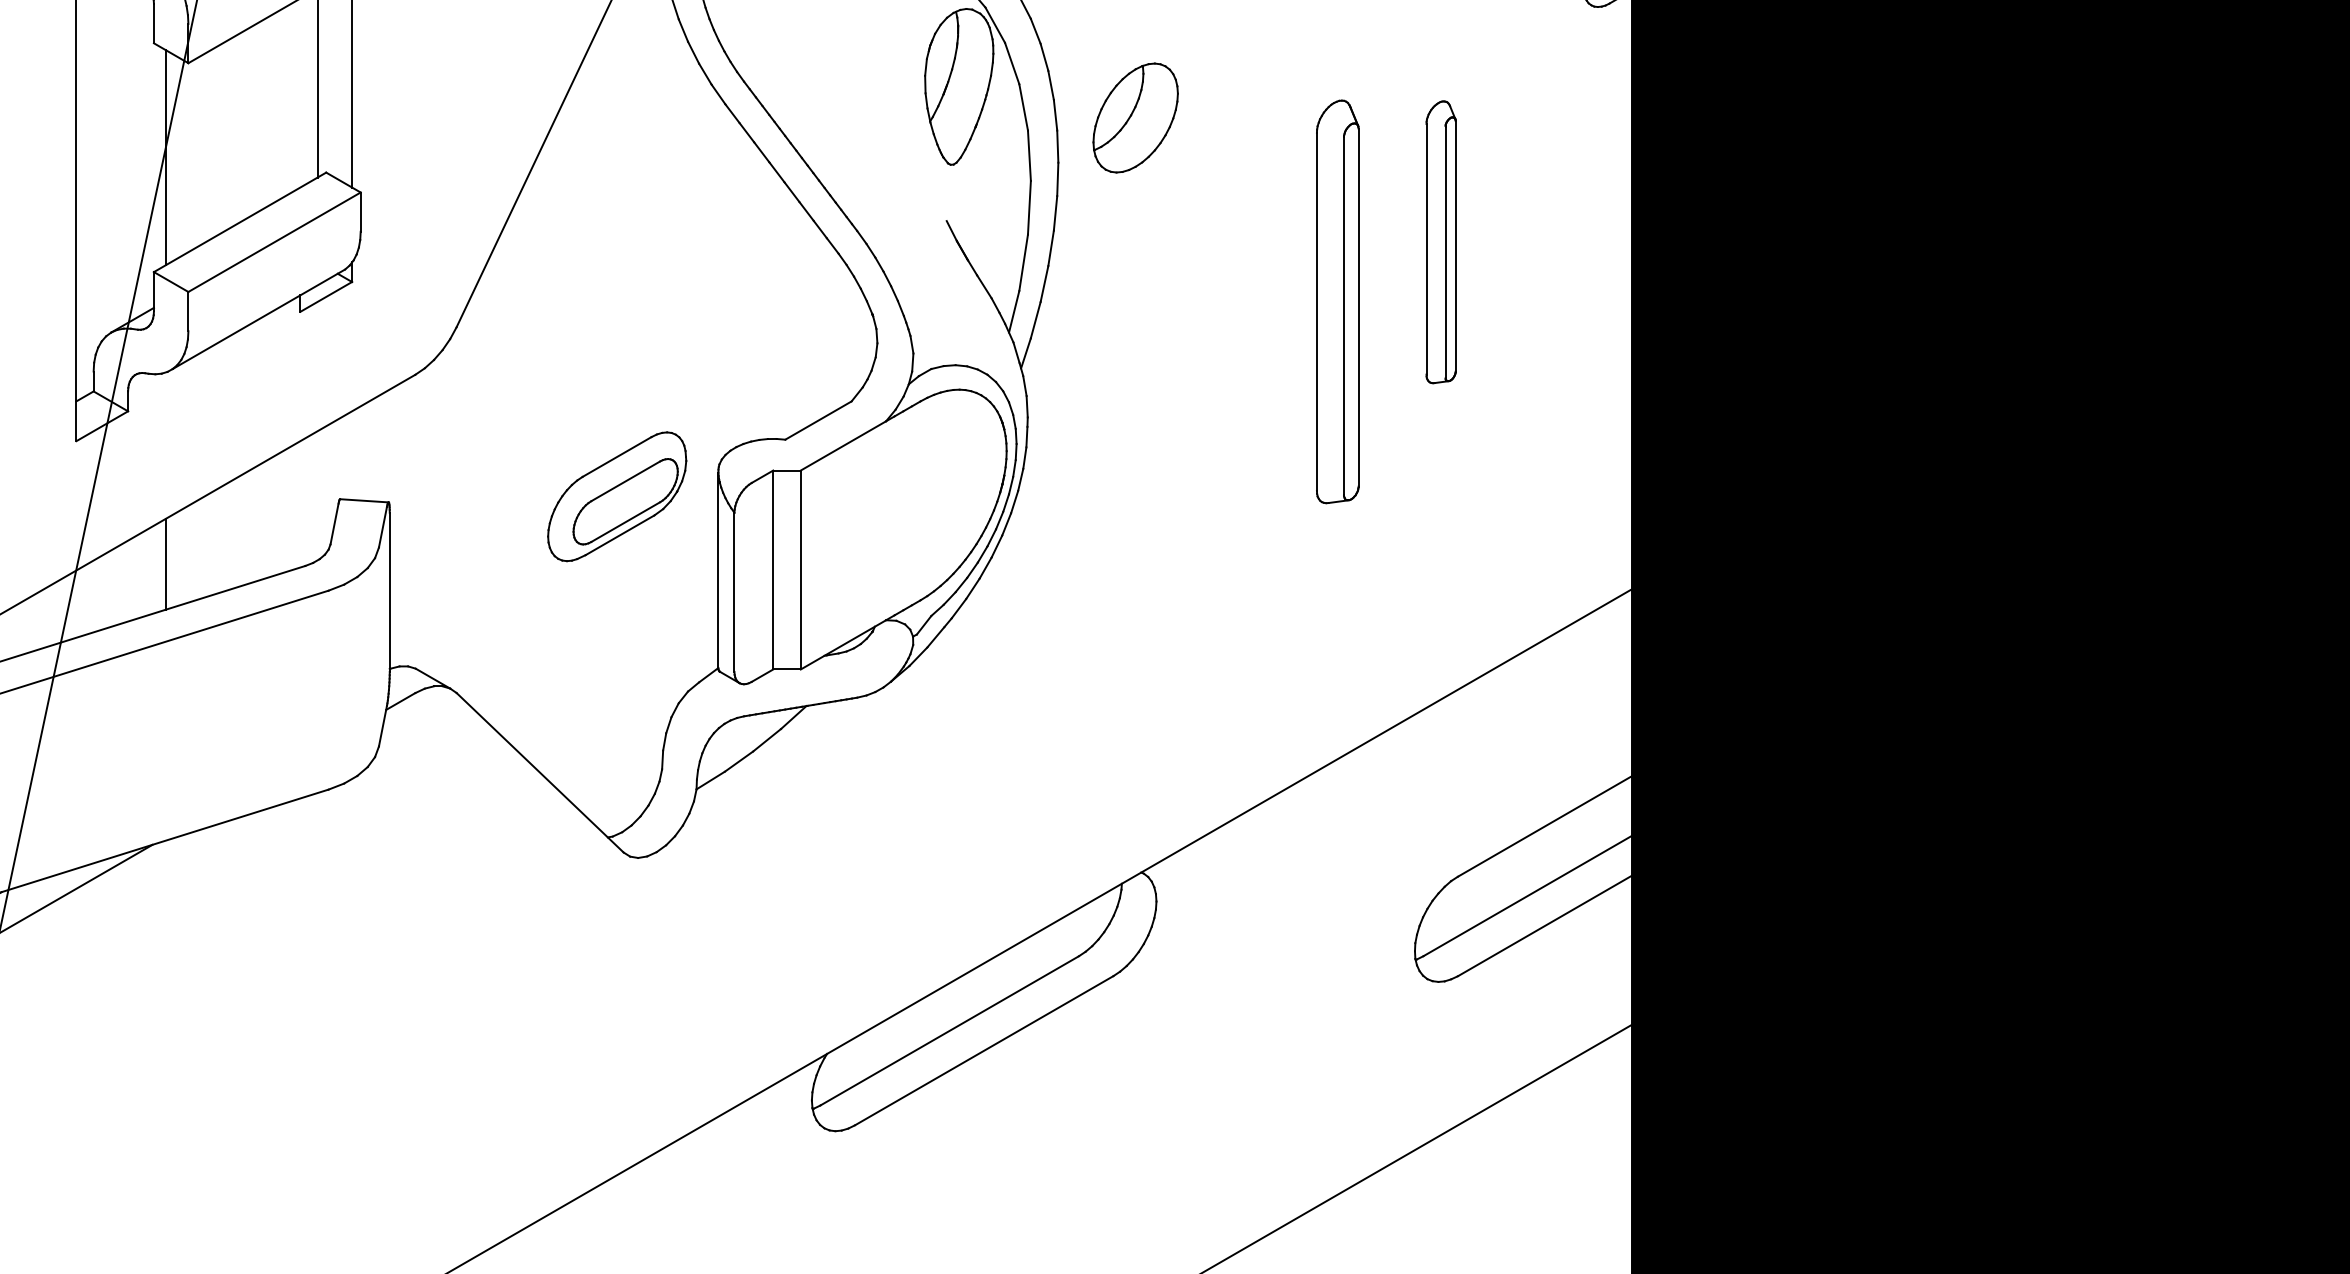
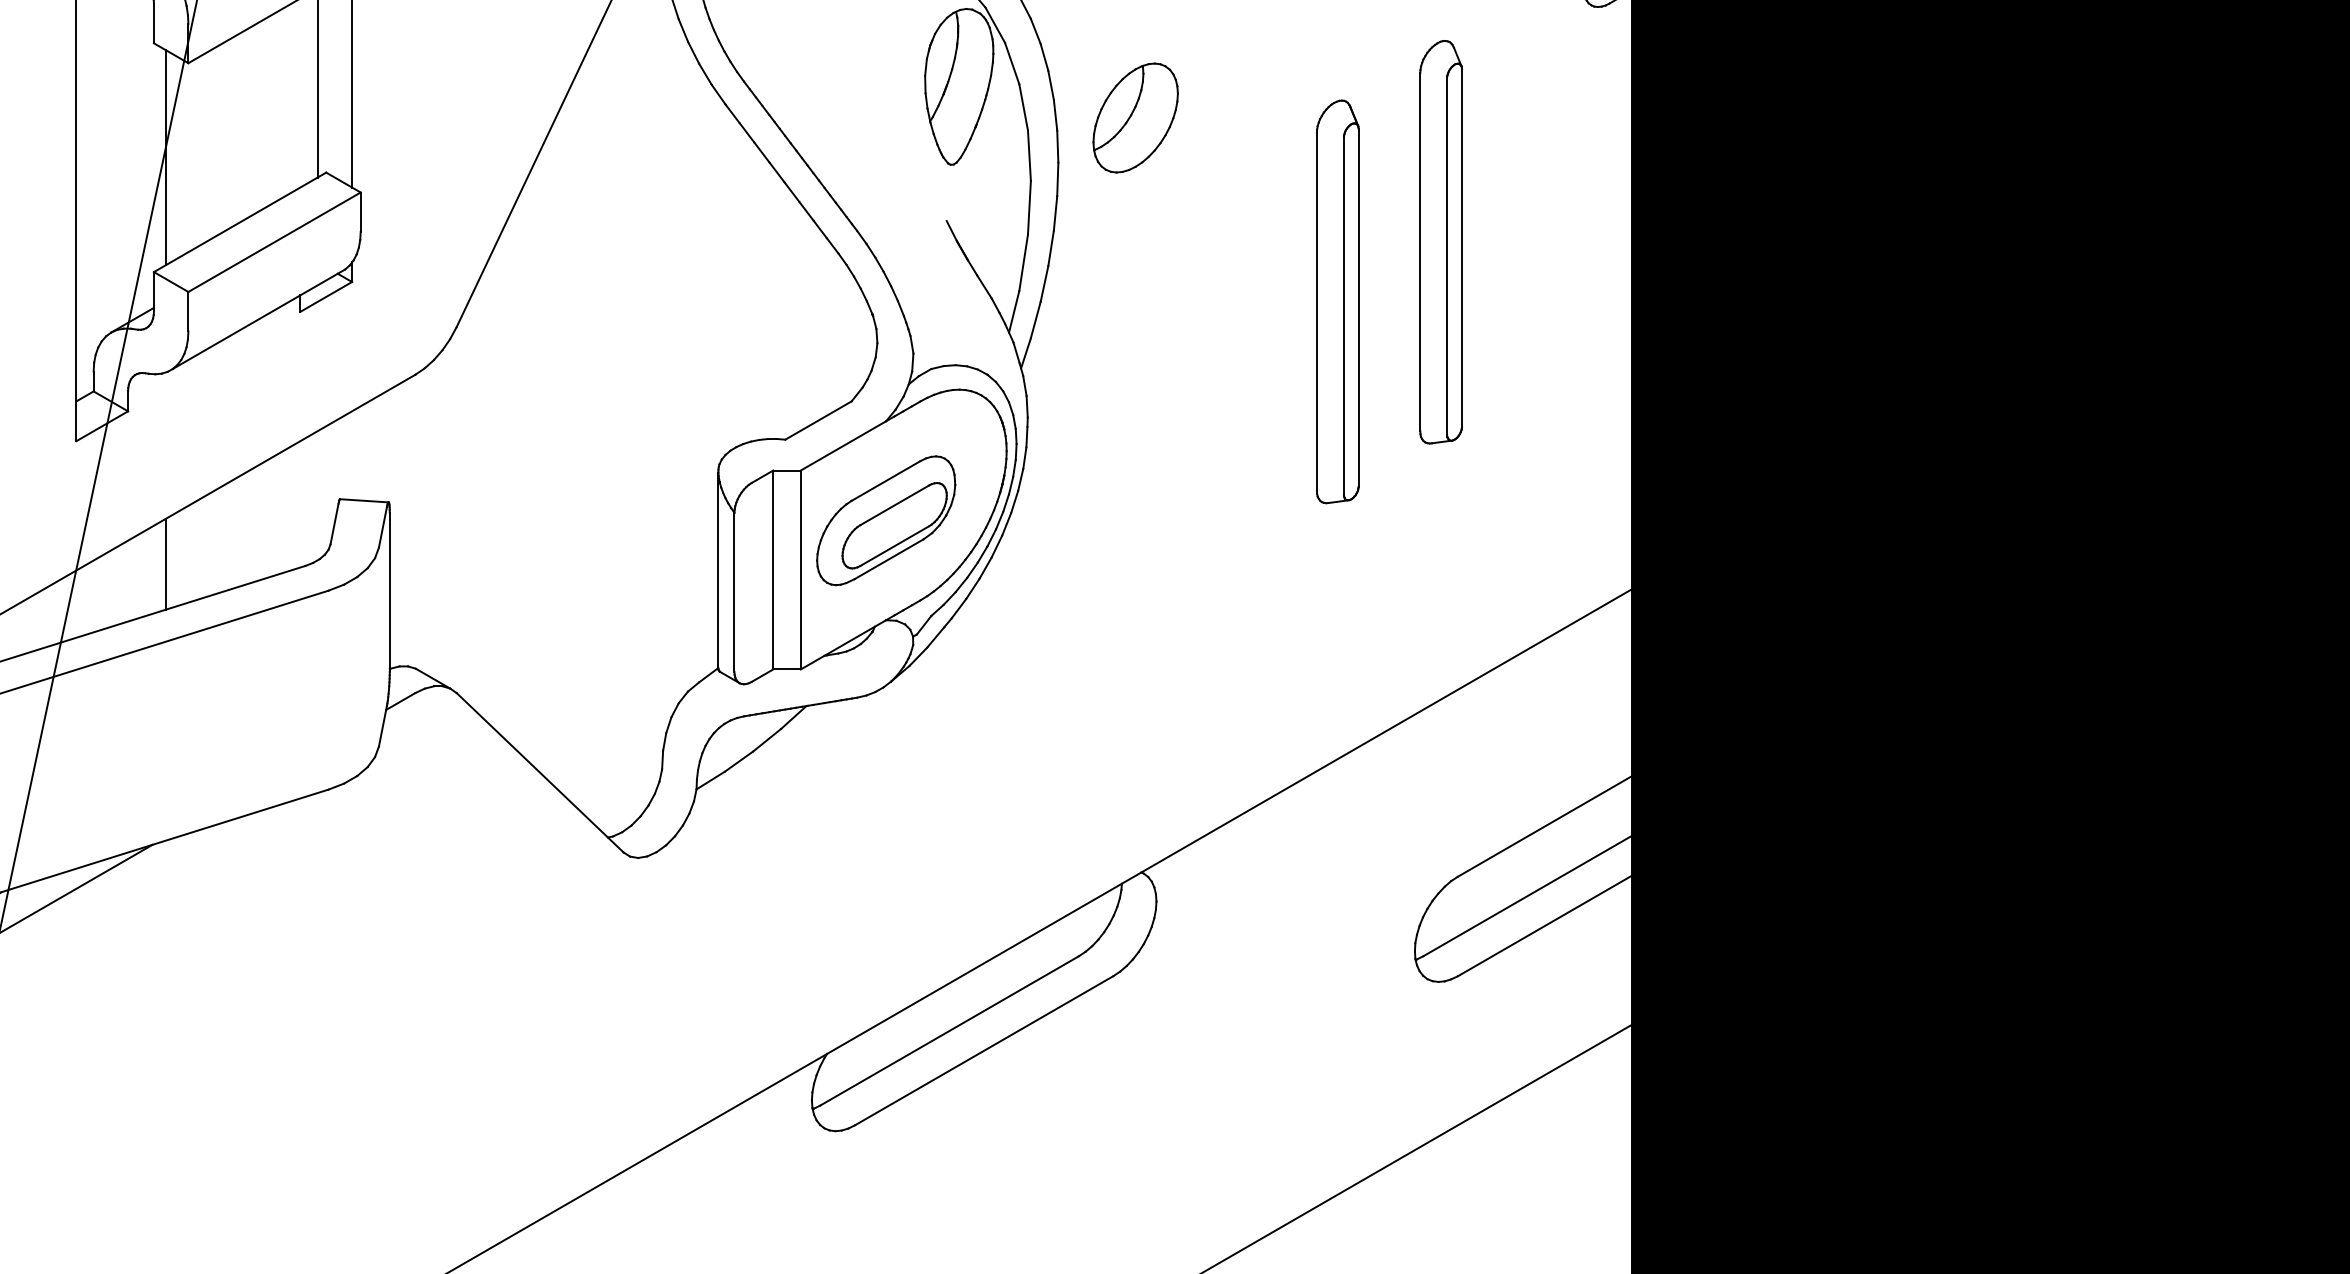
part at (1440, 242) size: 32x285 px -> 44x405 px
part at (617, 496) position: (617, 496) -> (886, 520)
